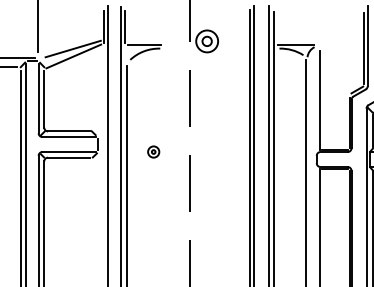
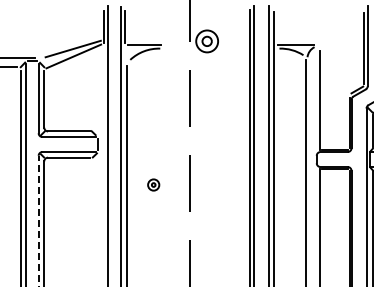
line at (37, 27): present -> none
part at (153, 151) position: (153, 151) -> (153, 184)
line at (38, 220): solid -> dashed
